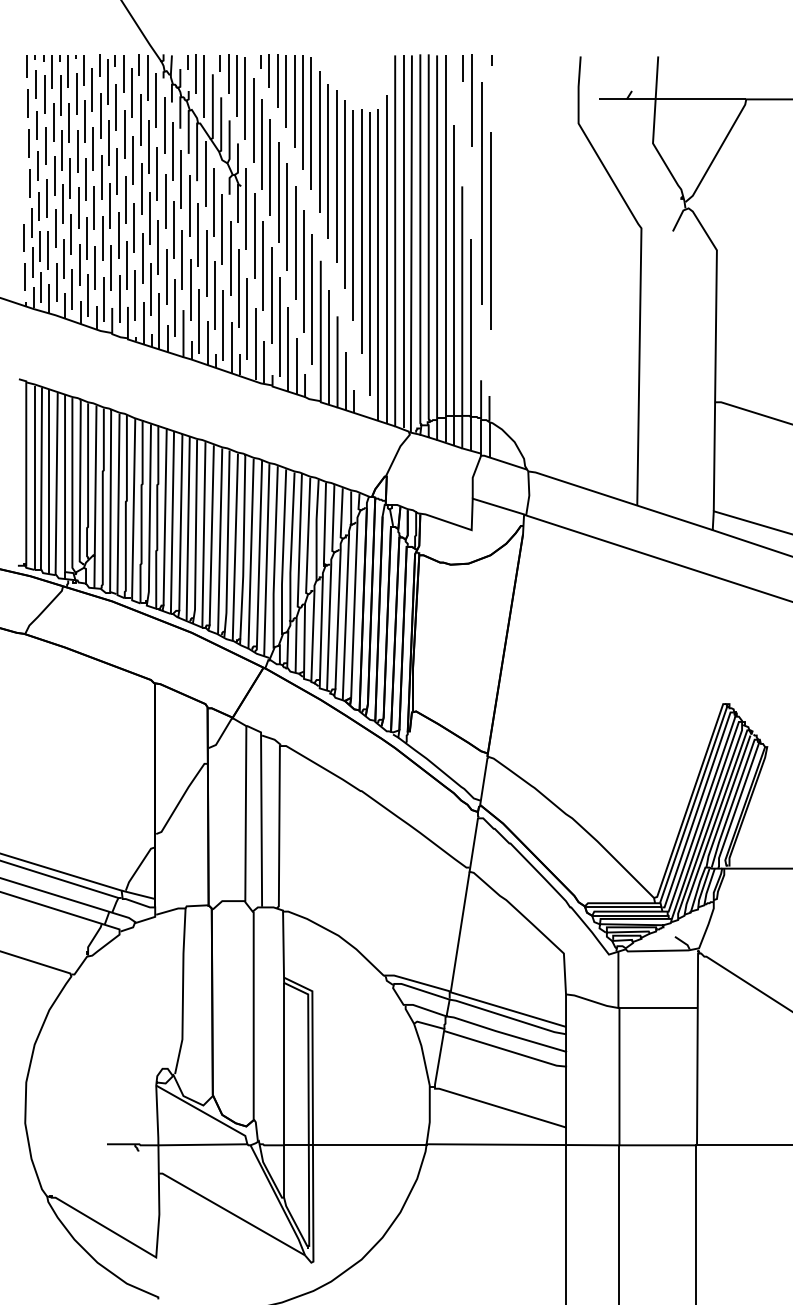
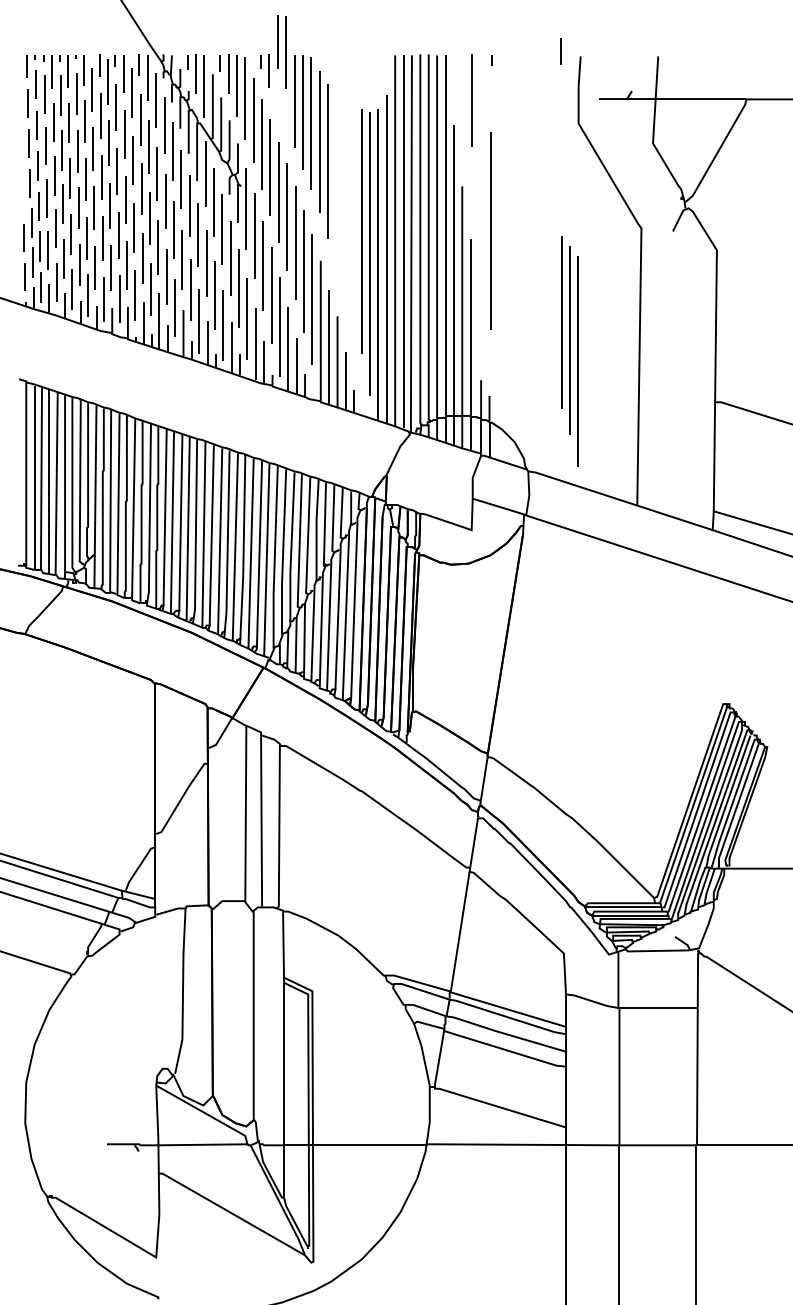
line at (462, 68) position: (462, 68) -> (560, 51)
part at (281, 90) position: (281, 90) -> (281, 51)
line at (481, 193): present -> none
part at (344, 205) position: (344, 205) -> (569, 351)
